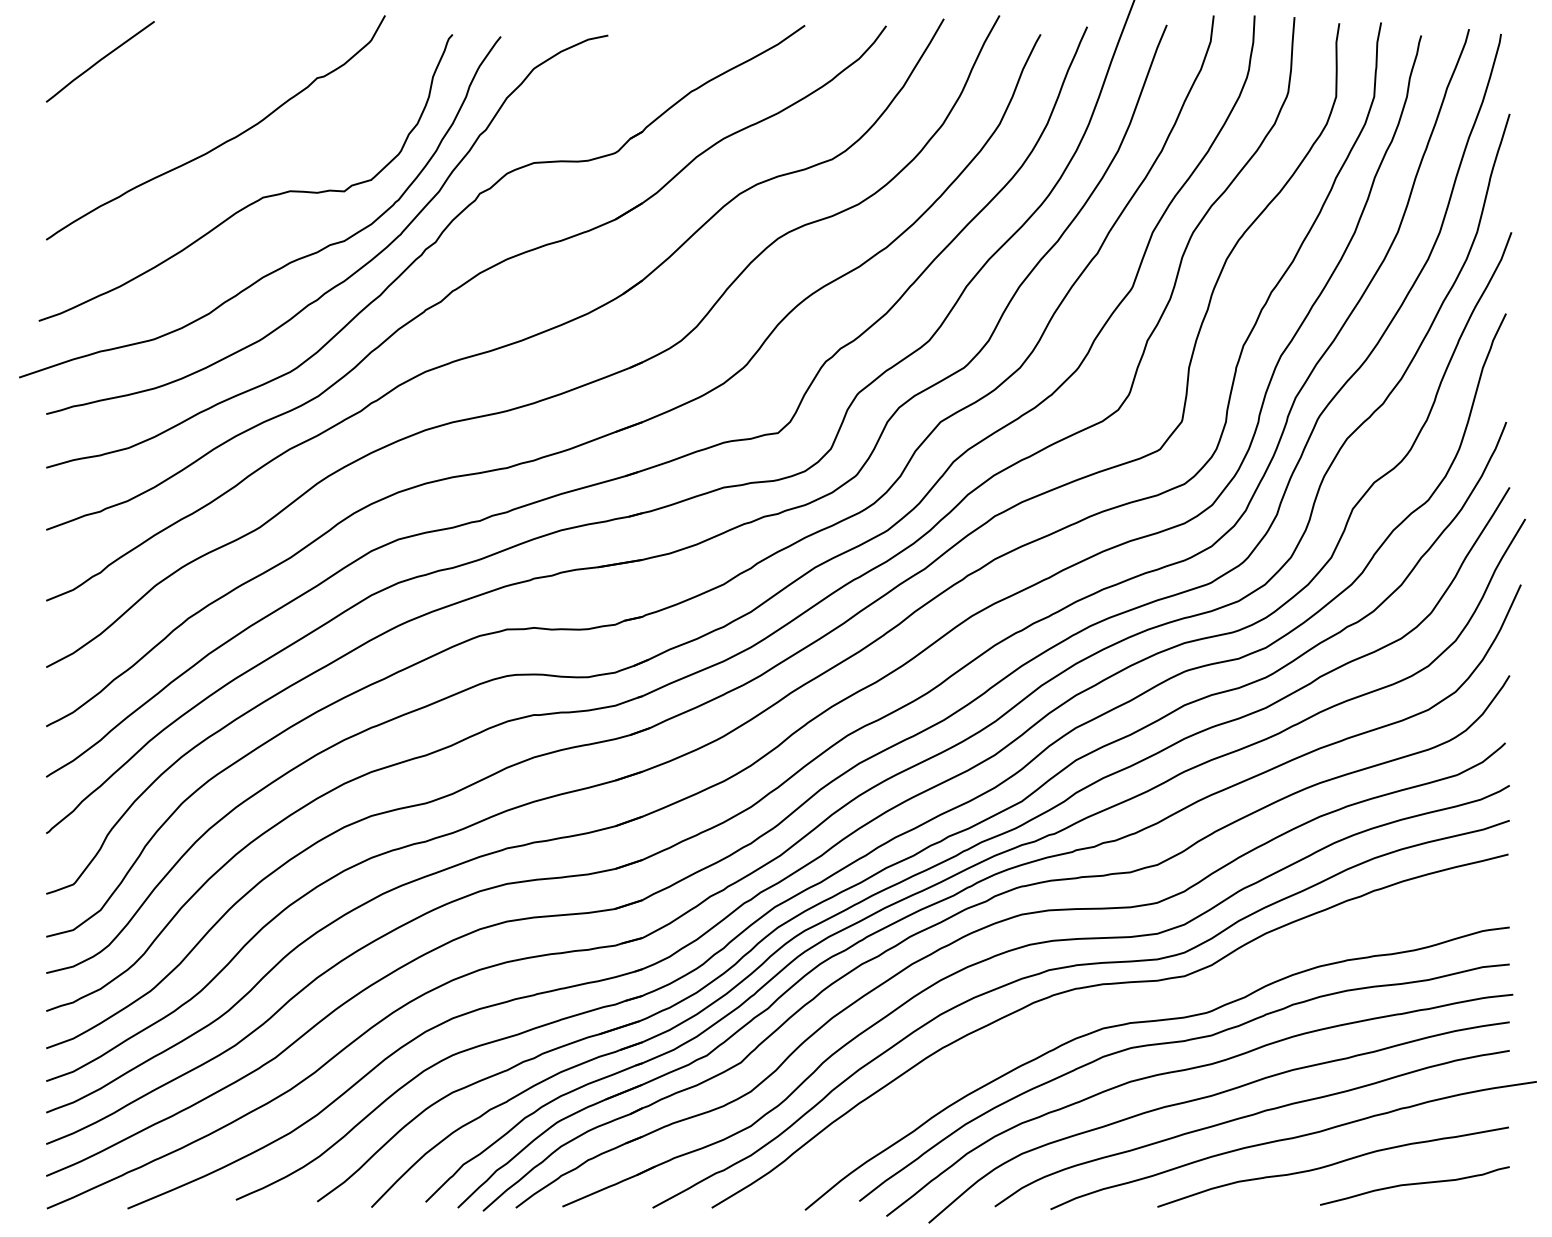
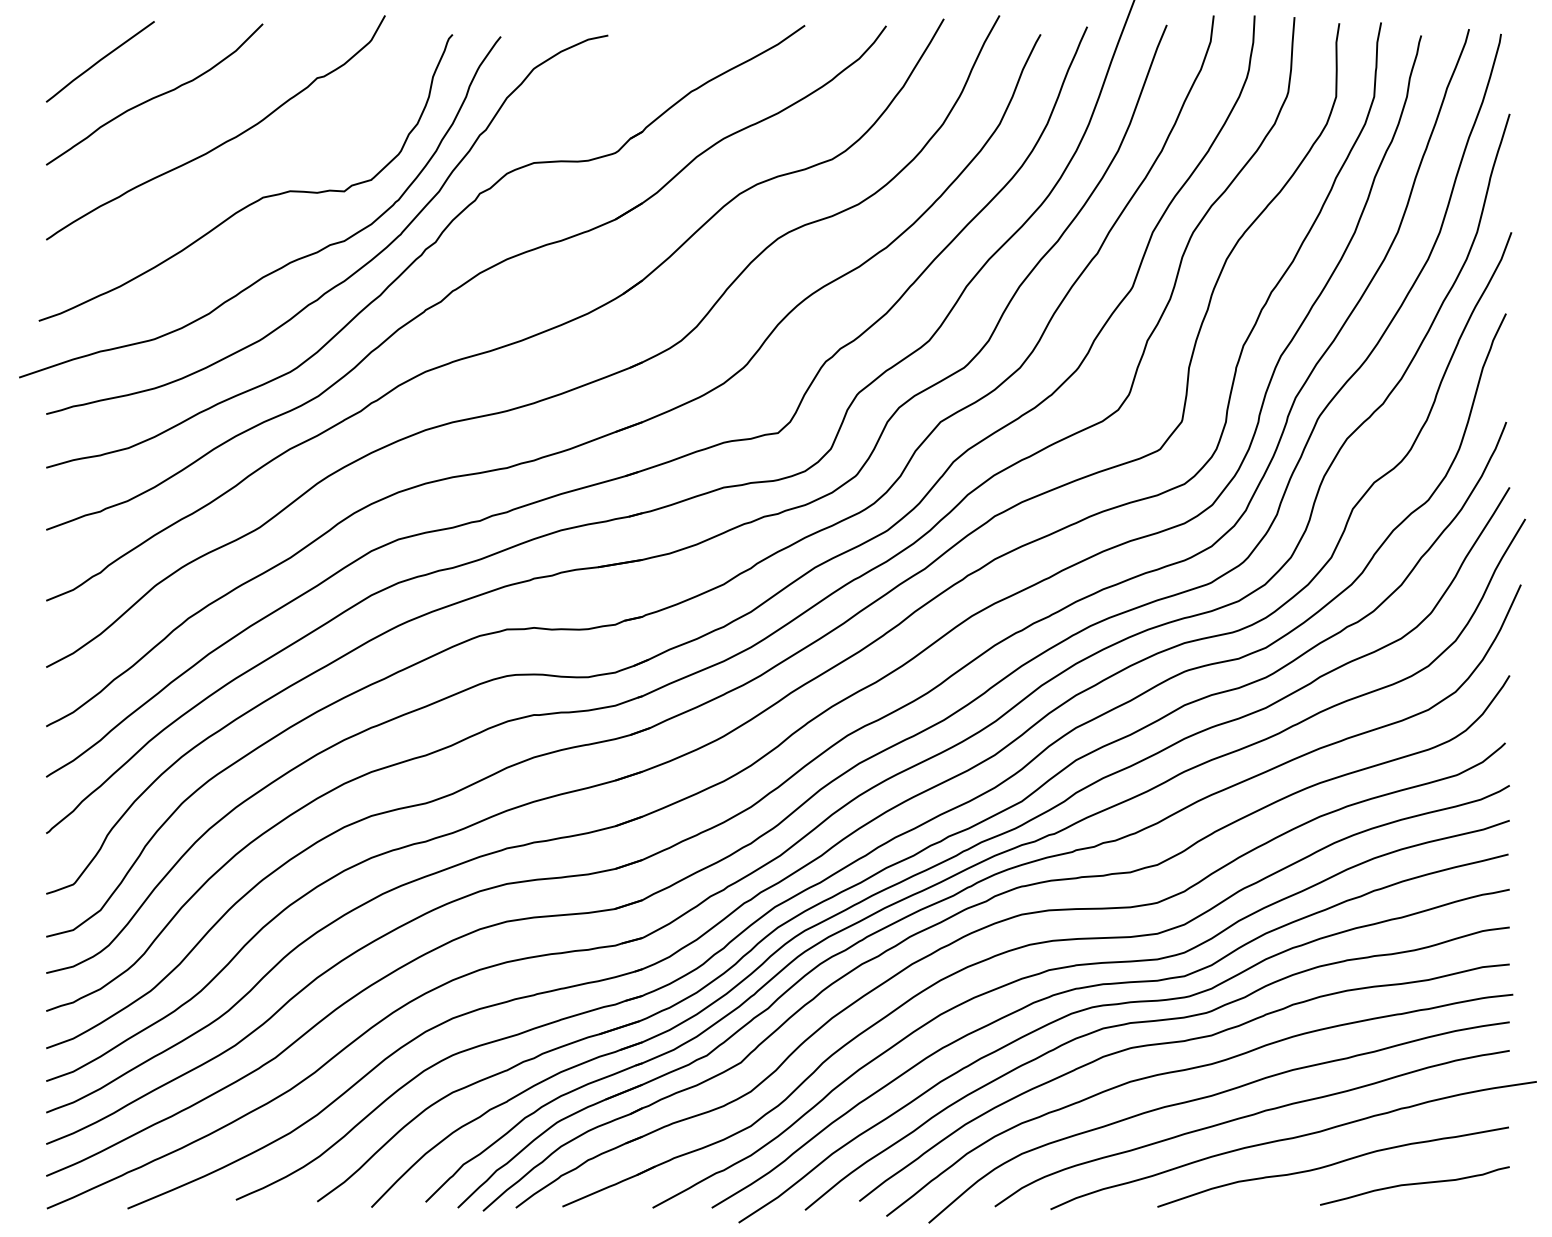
curve at (154, 96): none -> present
curve at (1116, 1005): none -> present
